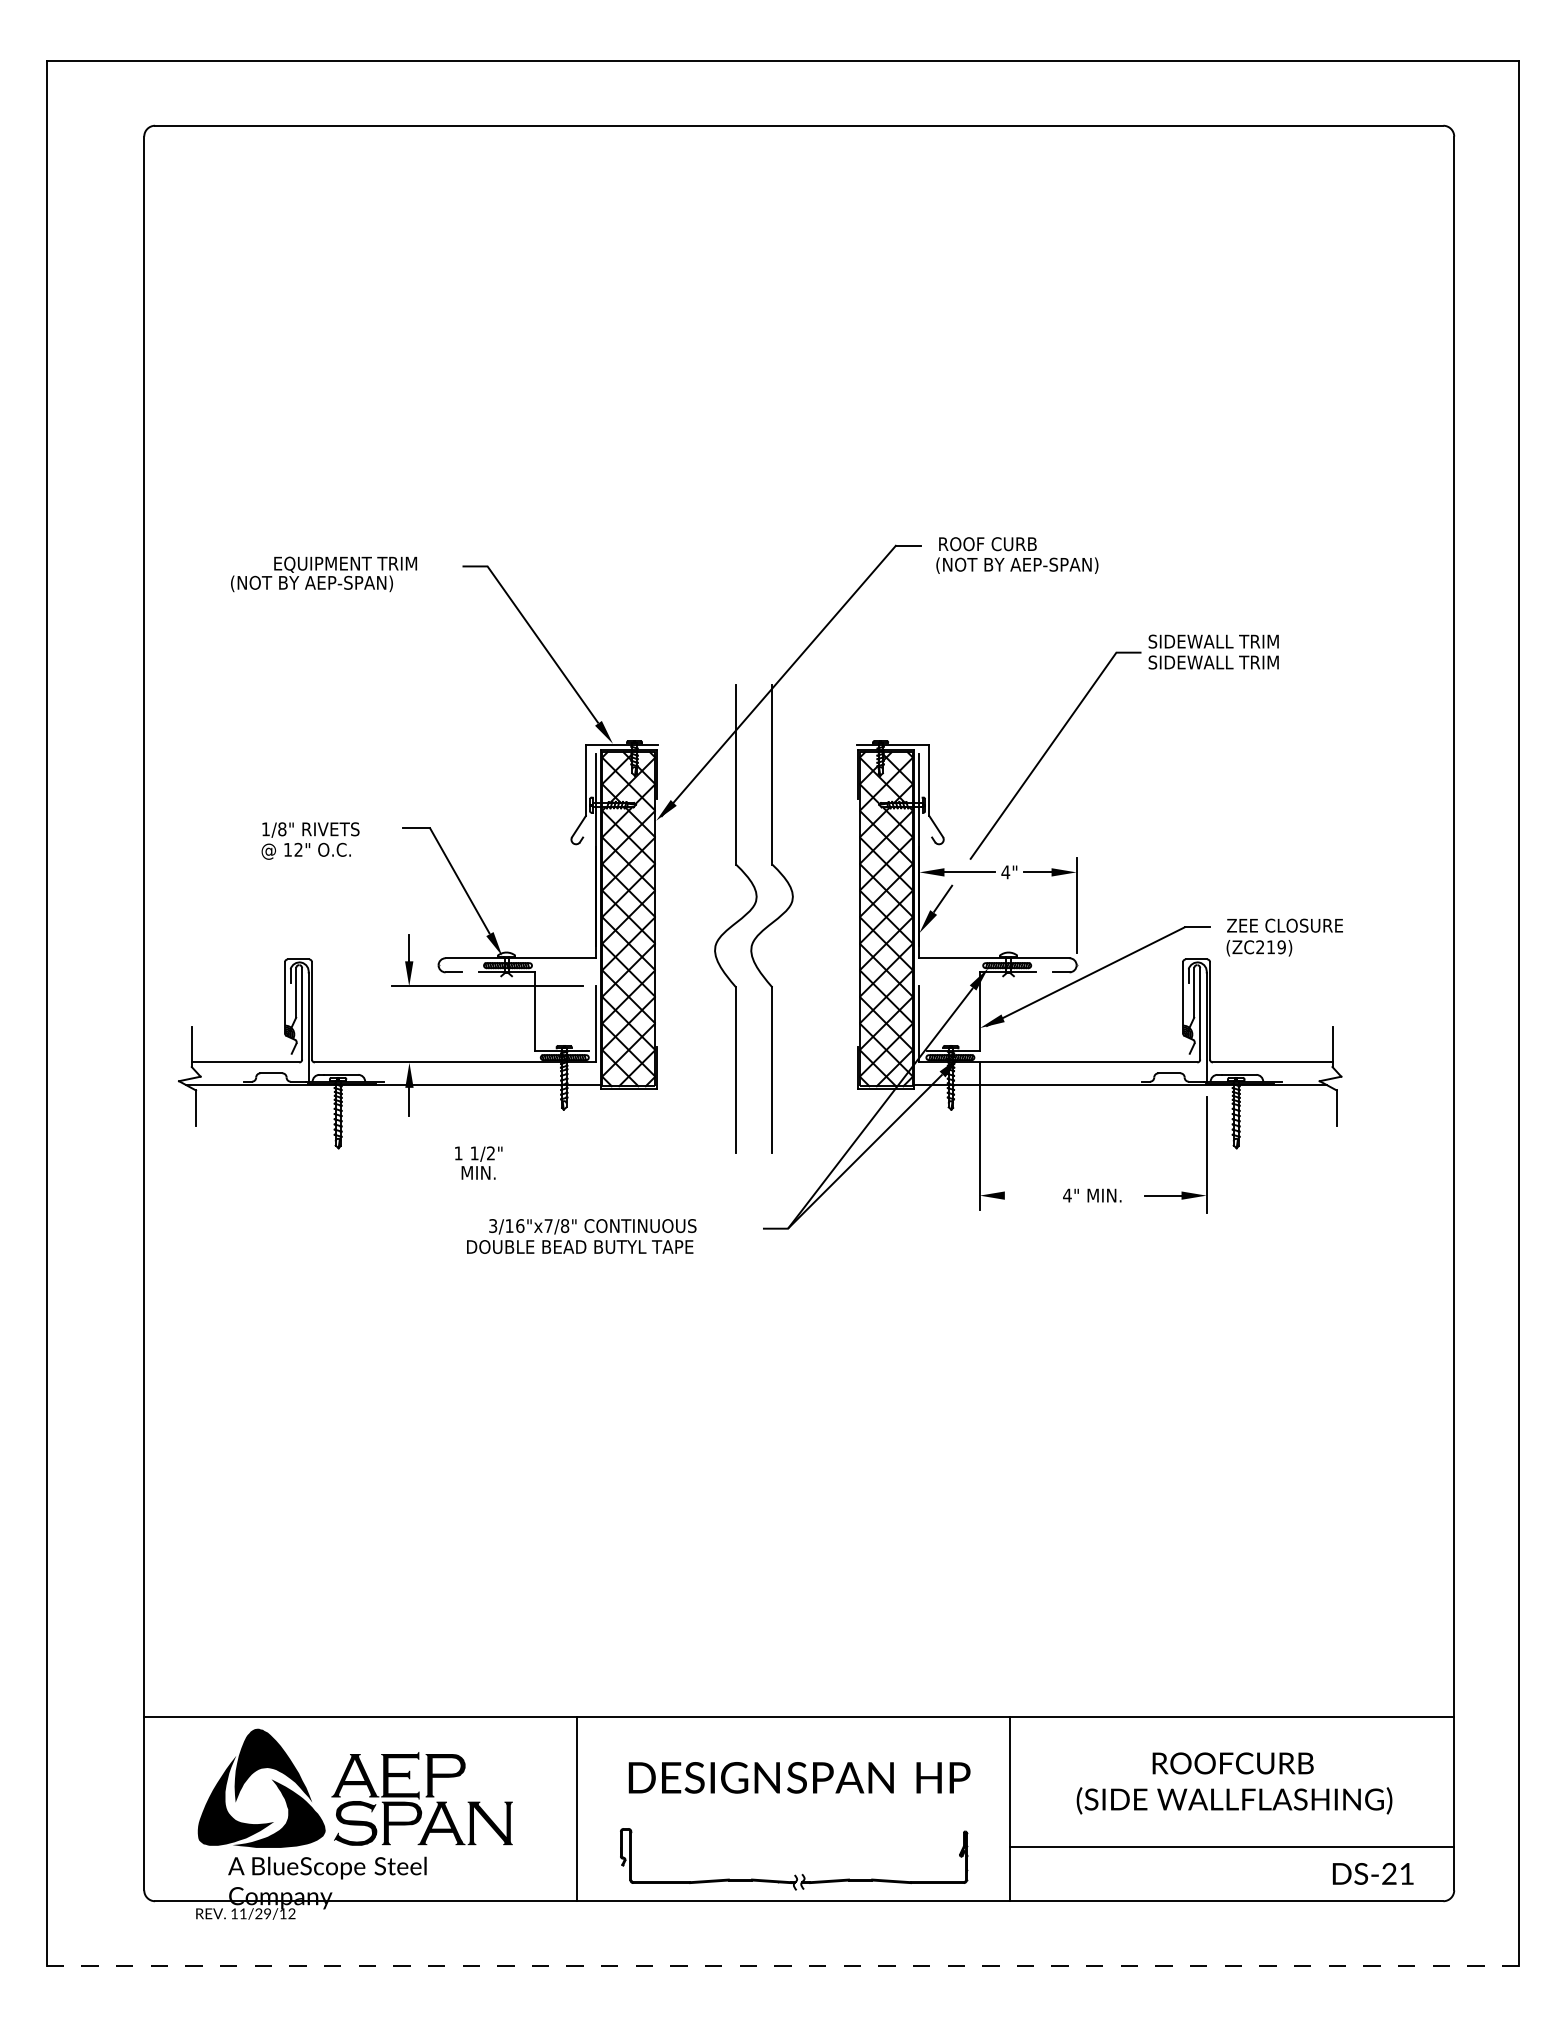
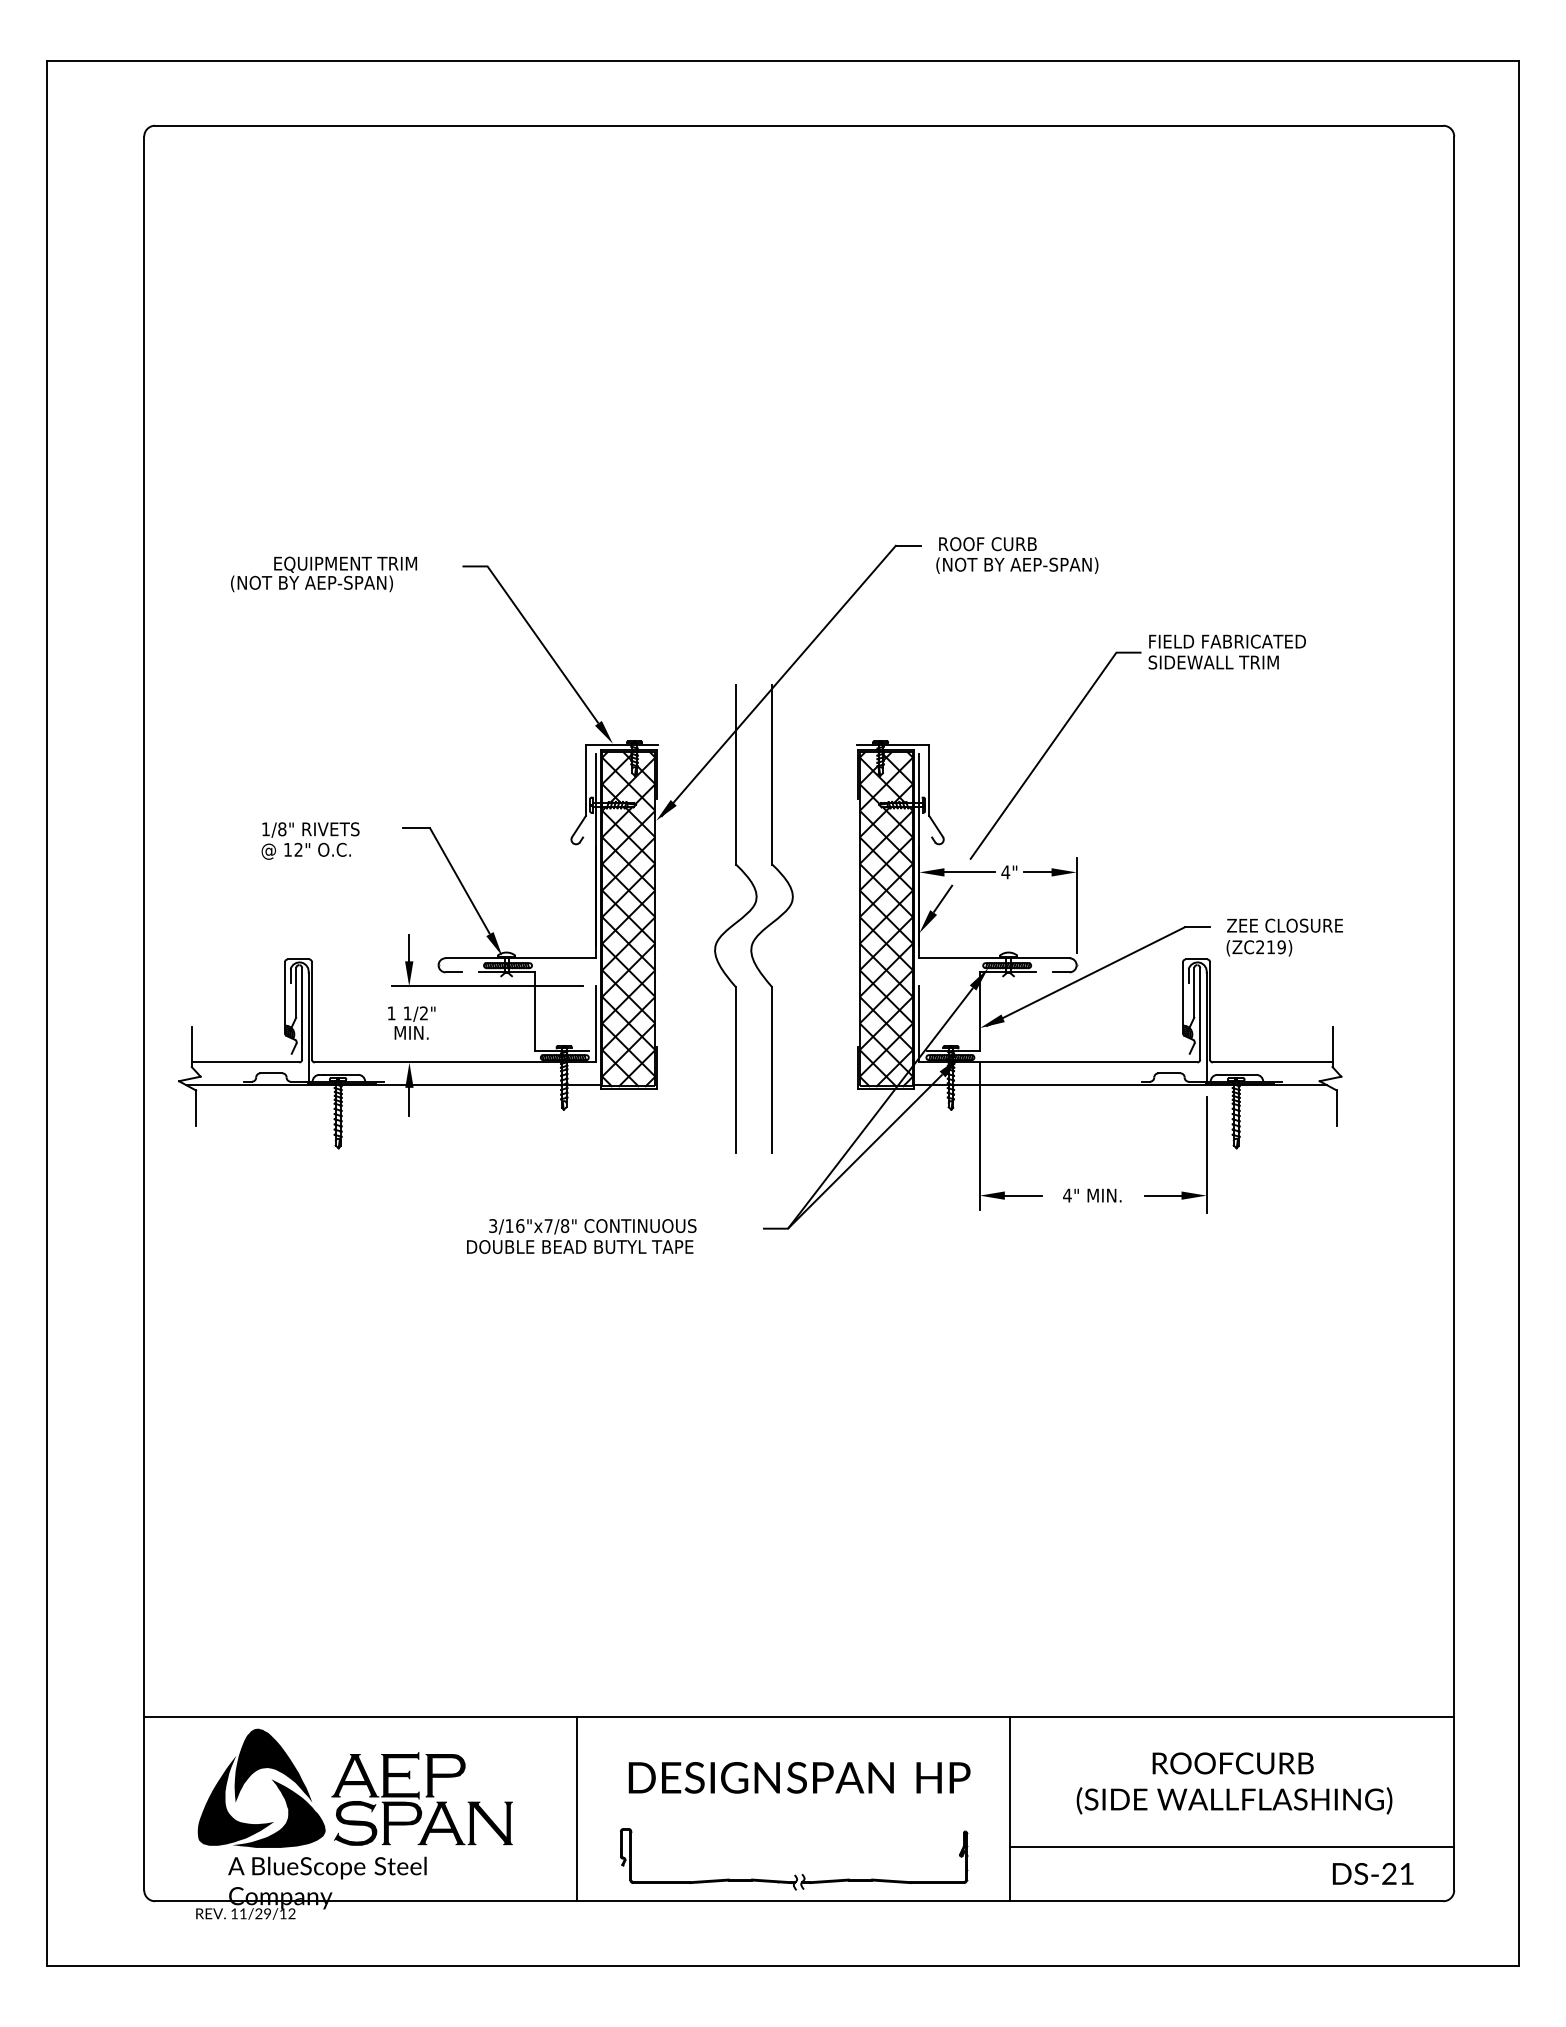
text at (1226, 641): SIDEWALL TRIM -> FIELD FABRICATED
text at (478, 1162) position: (478, 1162) -> (411, 1022)
line at (1023, 1195): none -> present
line at (782, 1966): dashed -> solid
